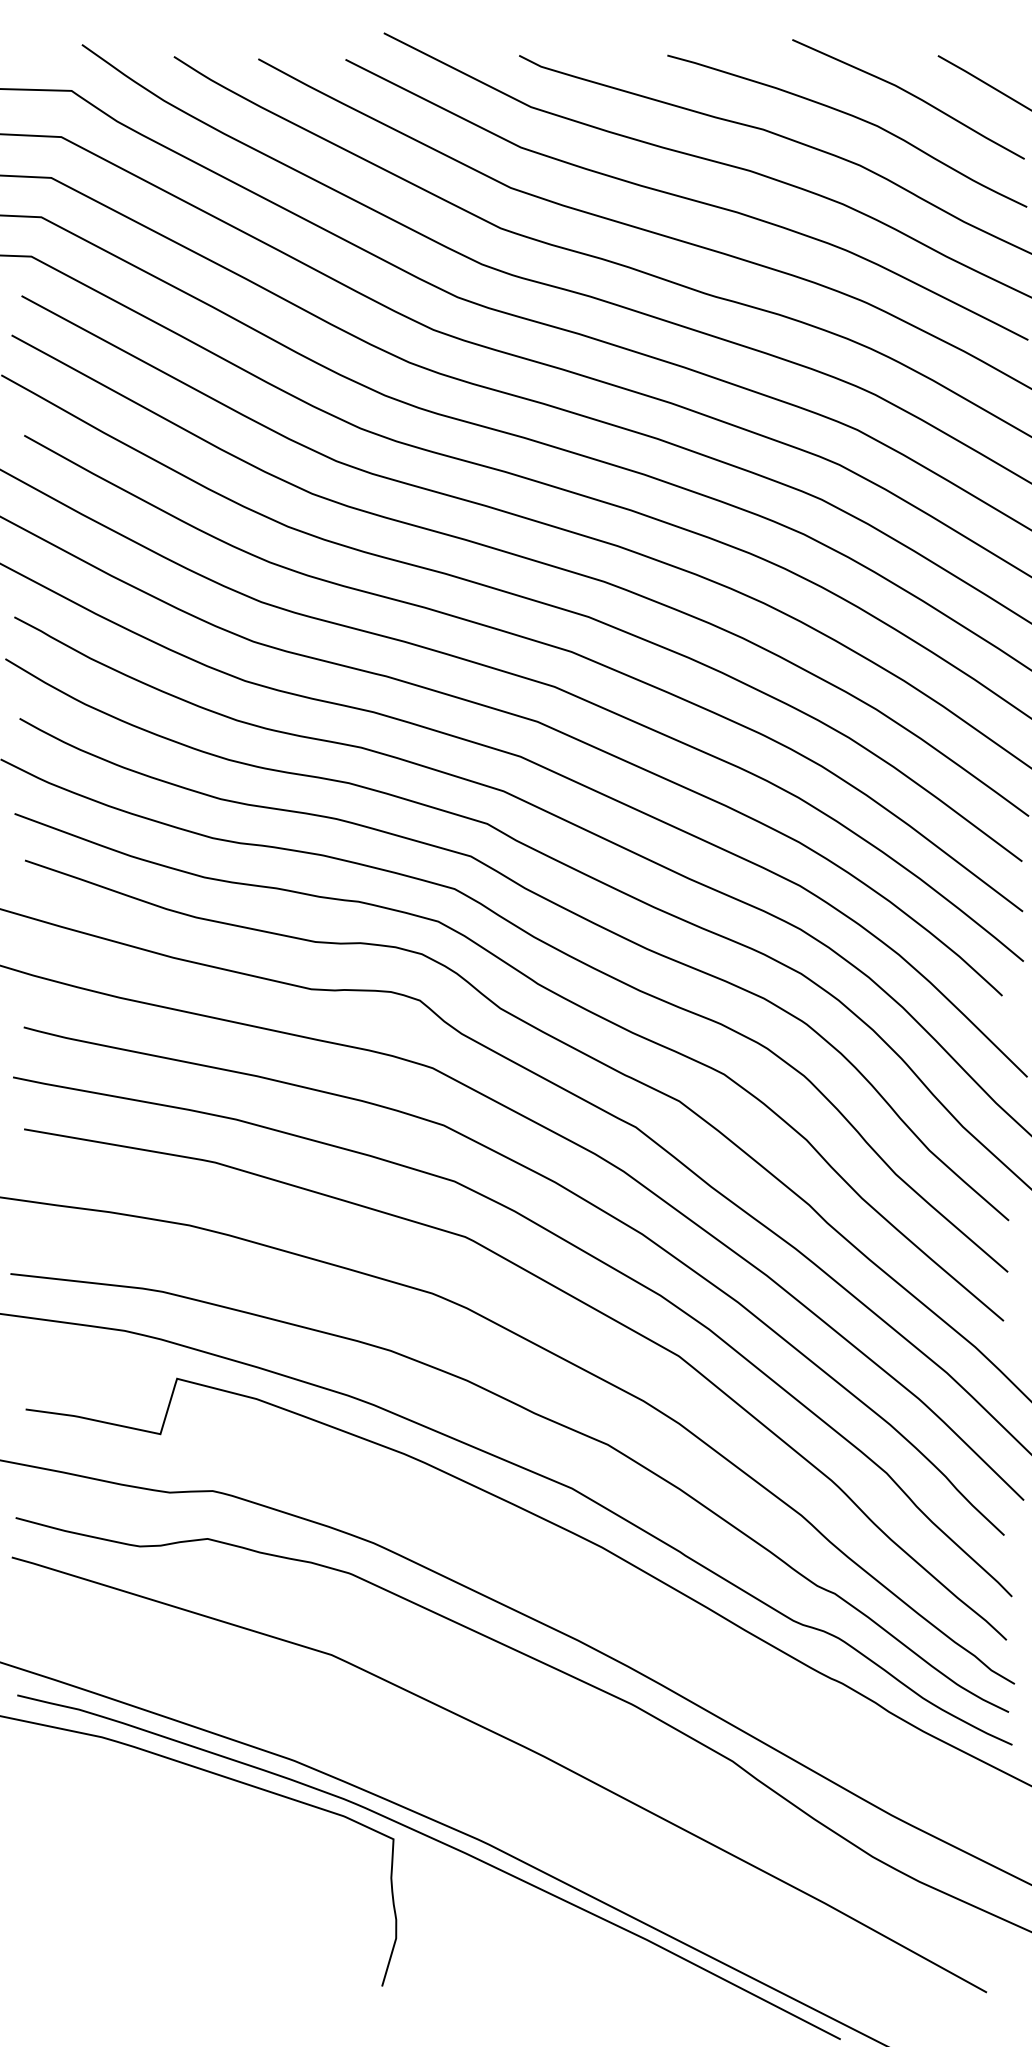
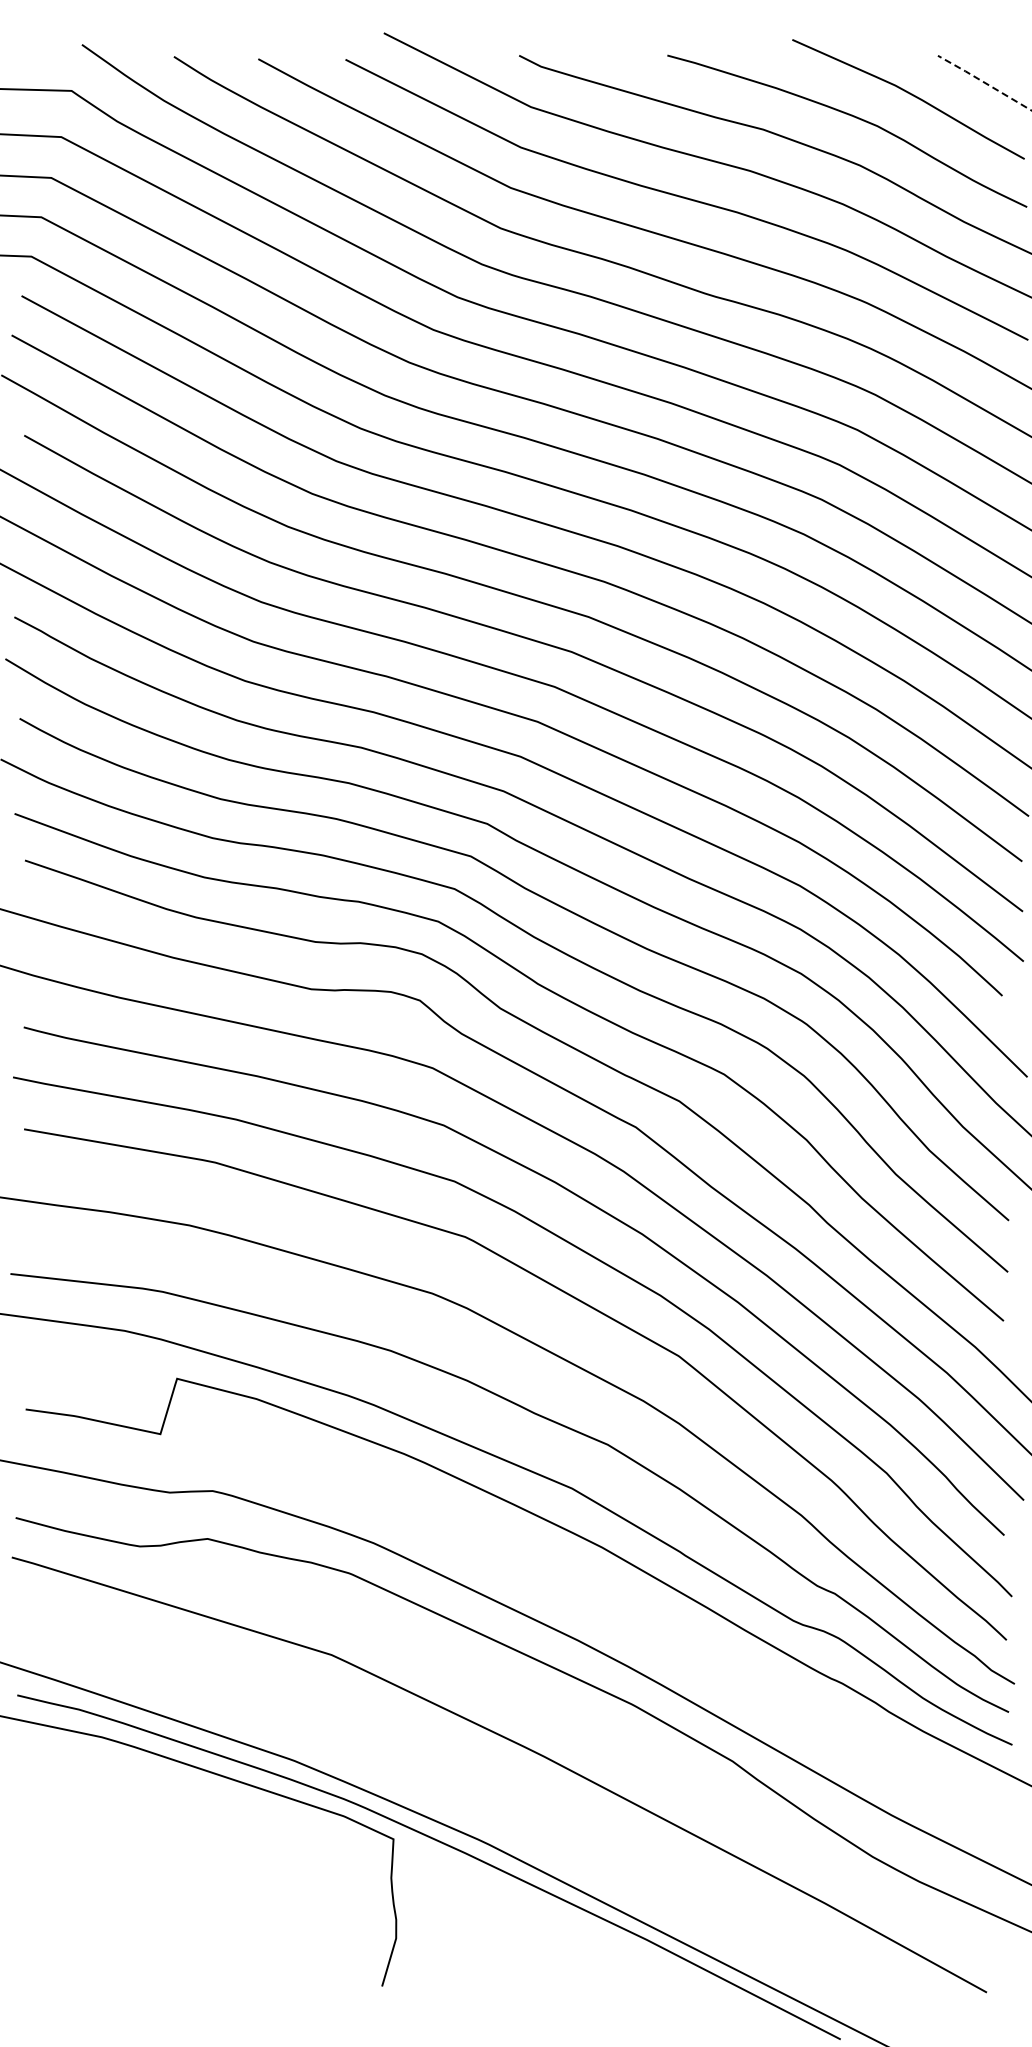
line at (984, 82): solid -> dashed
